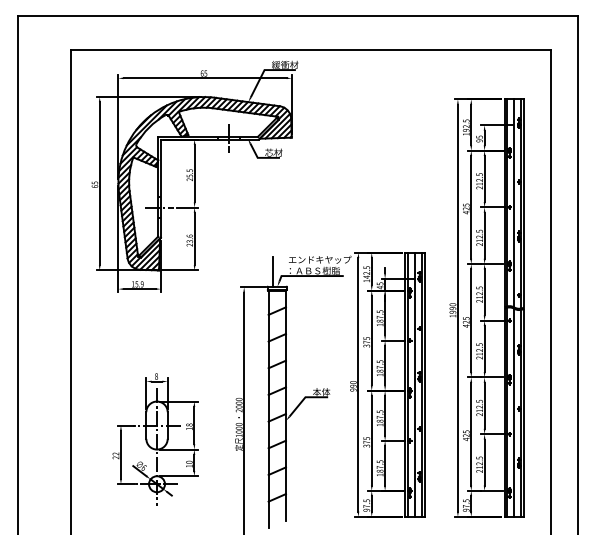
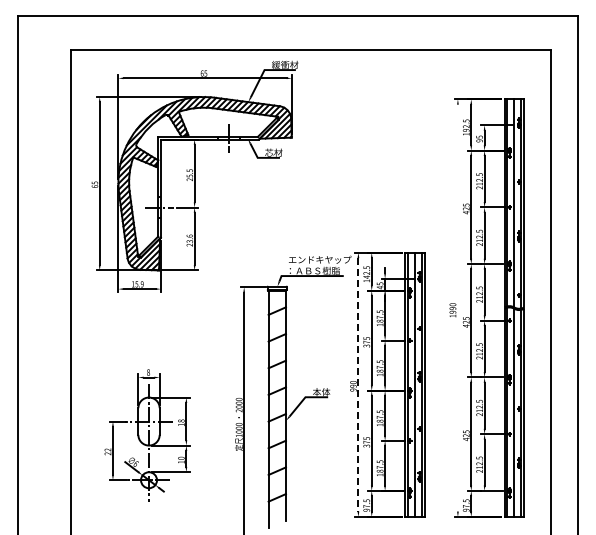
line at (272, 271): present -> none
line at (457, 307): present -> none
line at (358, 384): solid -> dashed
part at (155, 439) position: (155, 439) -> (147, 435)
